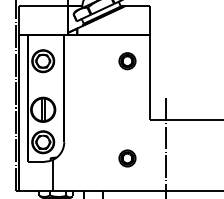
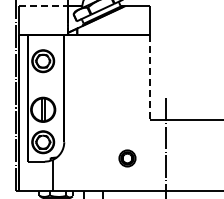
line at (43, 6): solid -> dashed
part at (127, 61): present -> none
line at (150, 77): solid -> dashed
